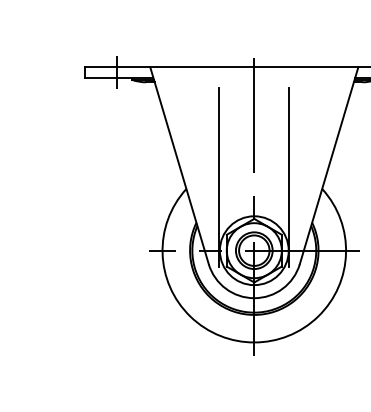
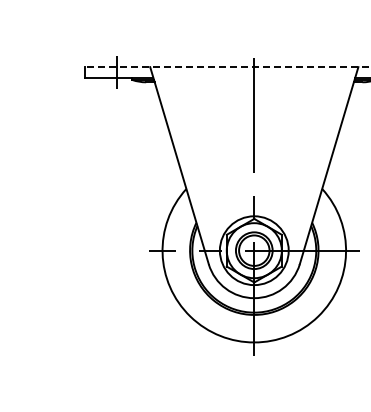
line at (227, 67): solid -> dashed
line at (219, 176): present -> none
line at (289, 176): present -> none
